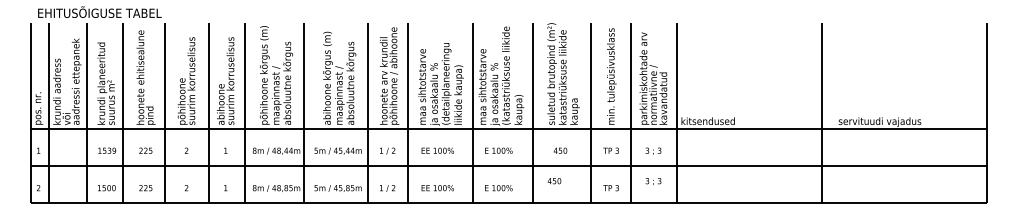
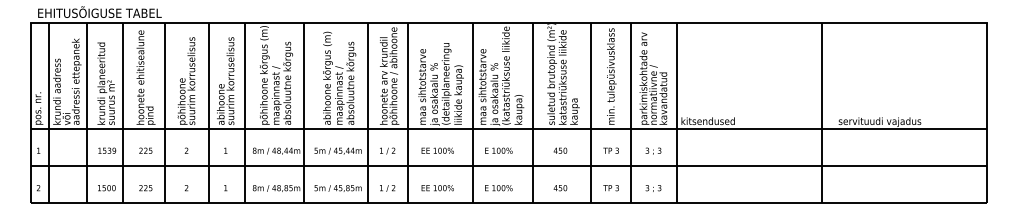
line at (508, 23): none -> present
text at (554, 181) position: (554, 181) -> (560, 188)
text at (653, 181) position: (653, 181) -> (653, 188)
